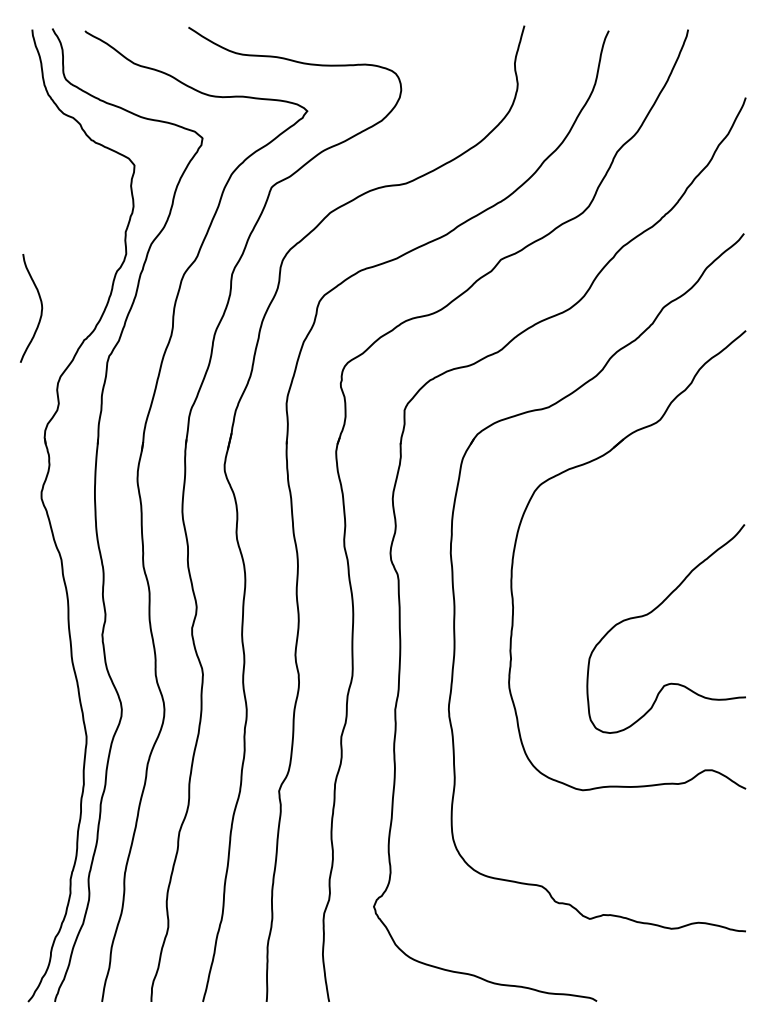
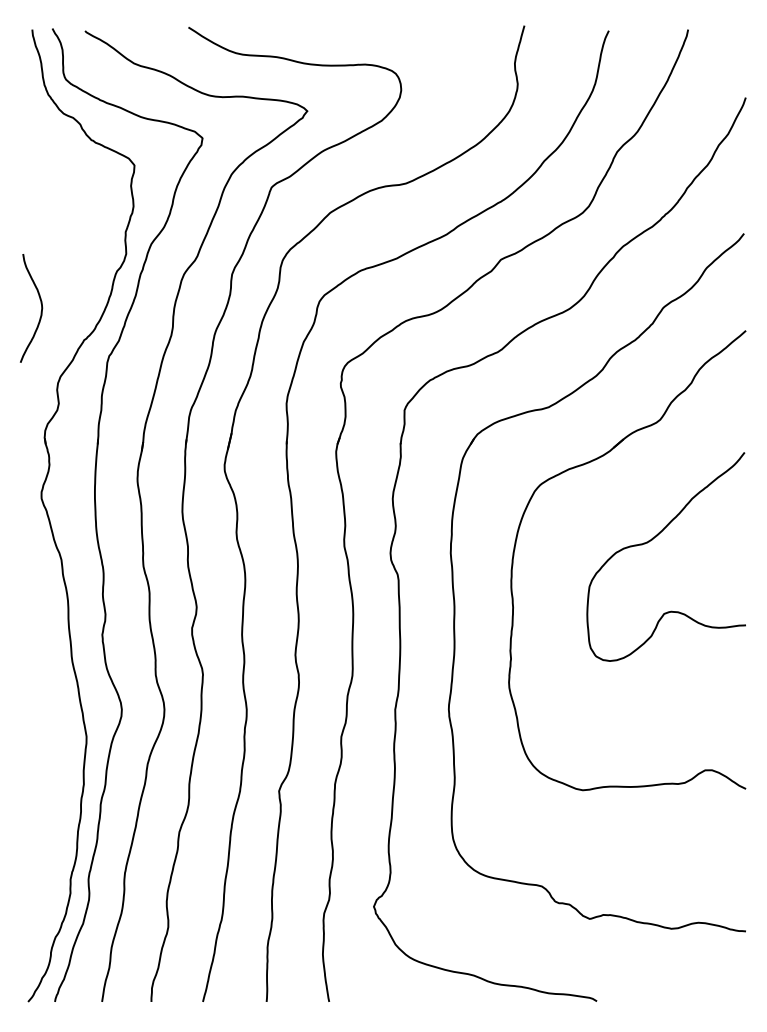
curve at (652, 612) position: (652, 612) -> (652, 540)
